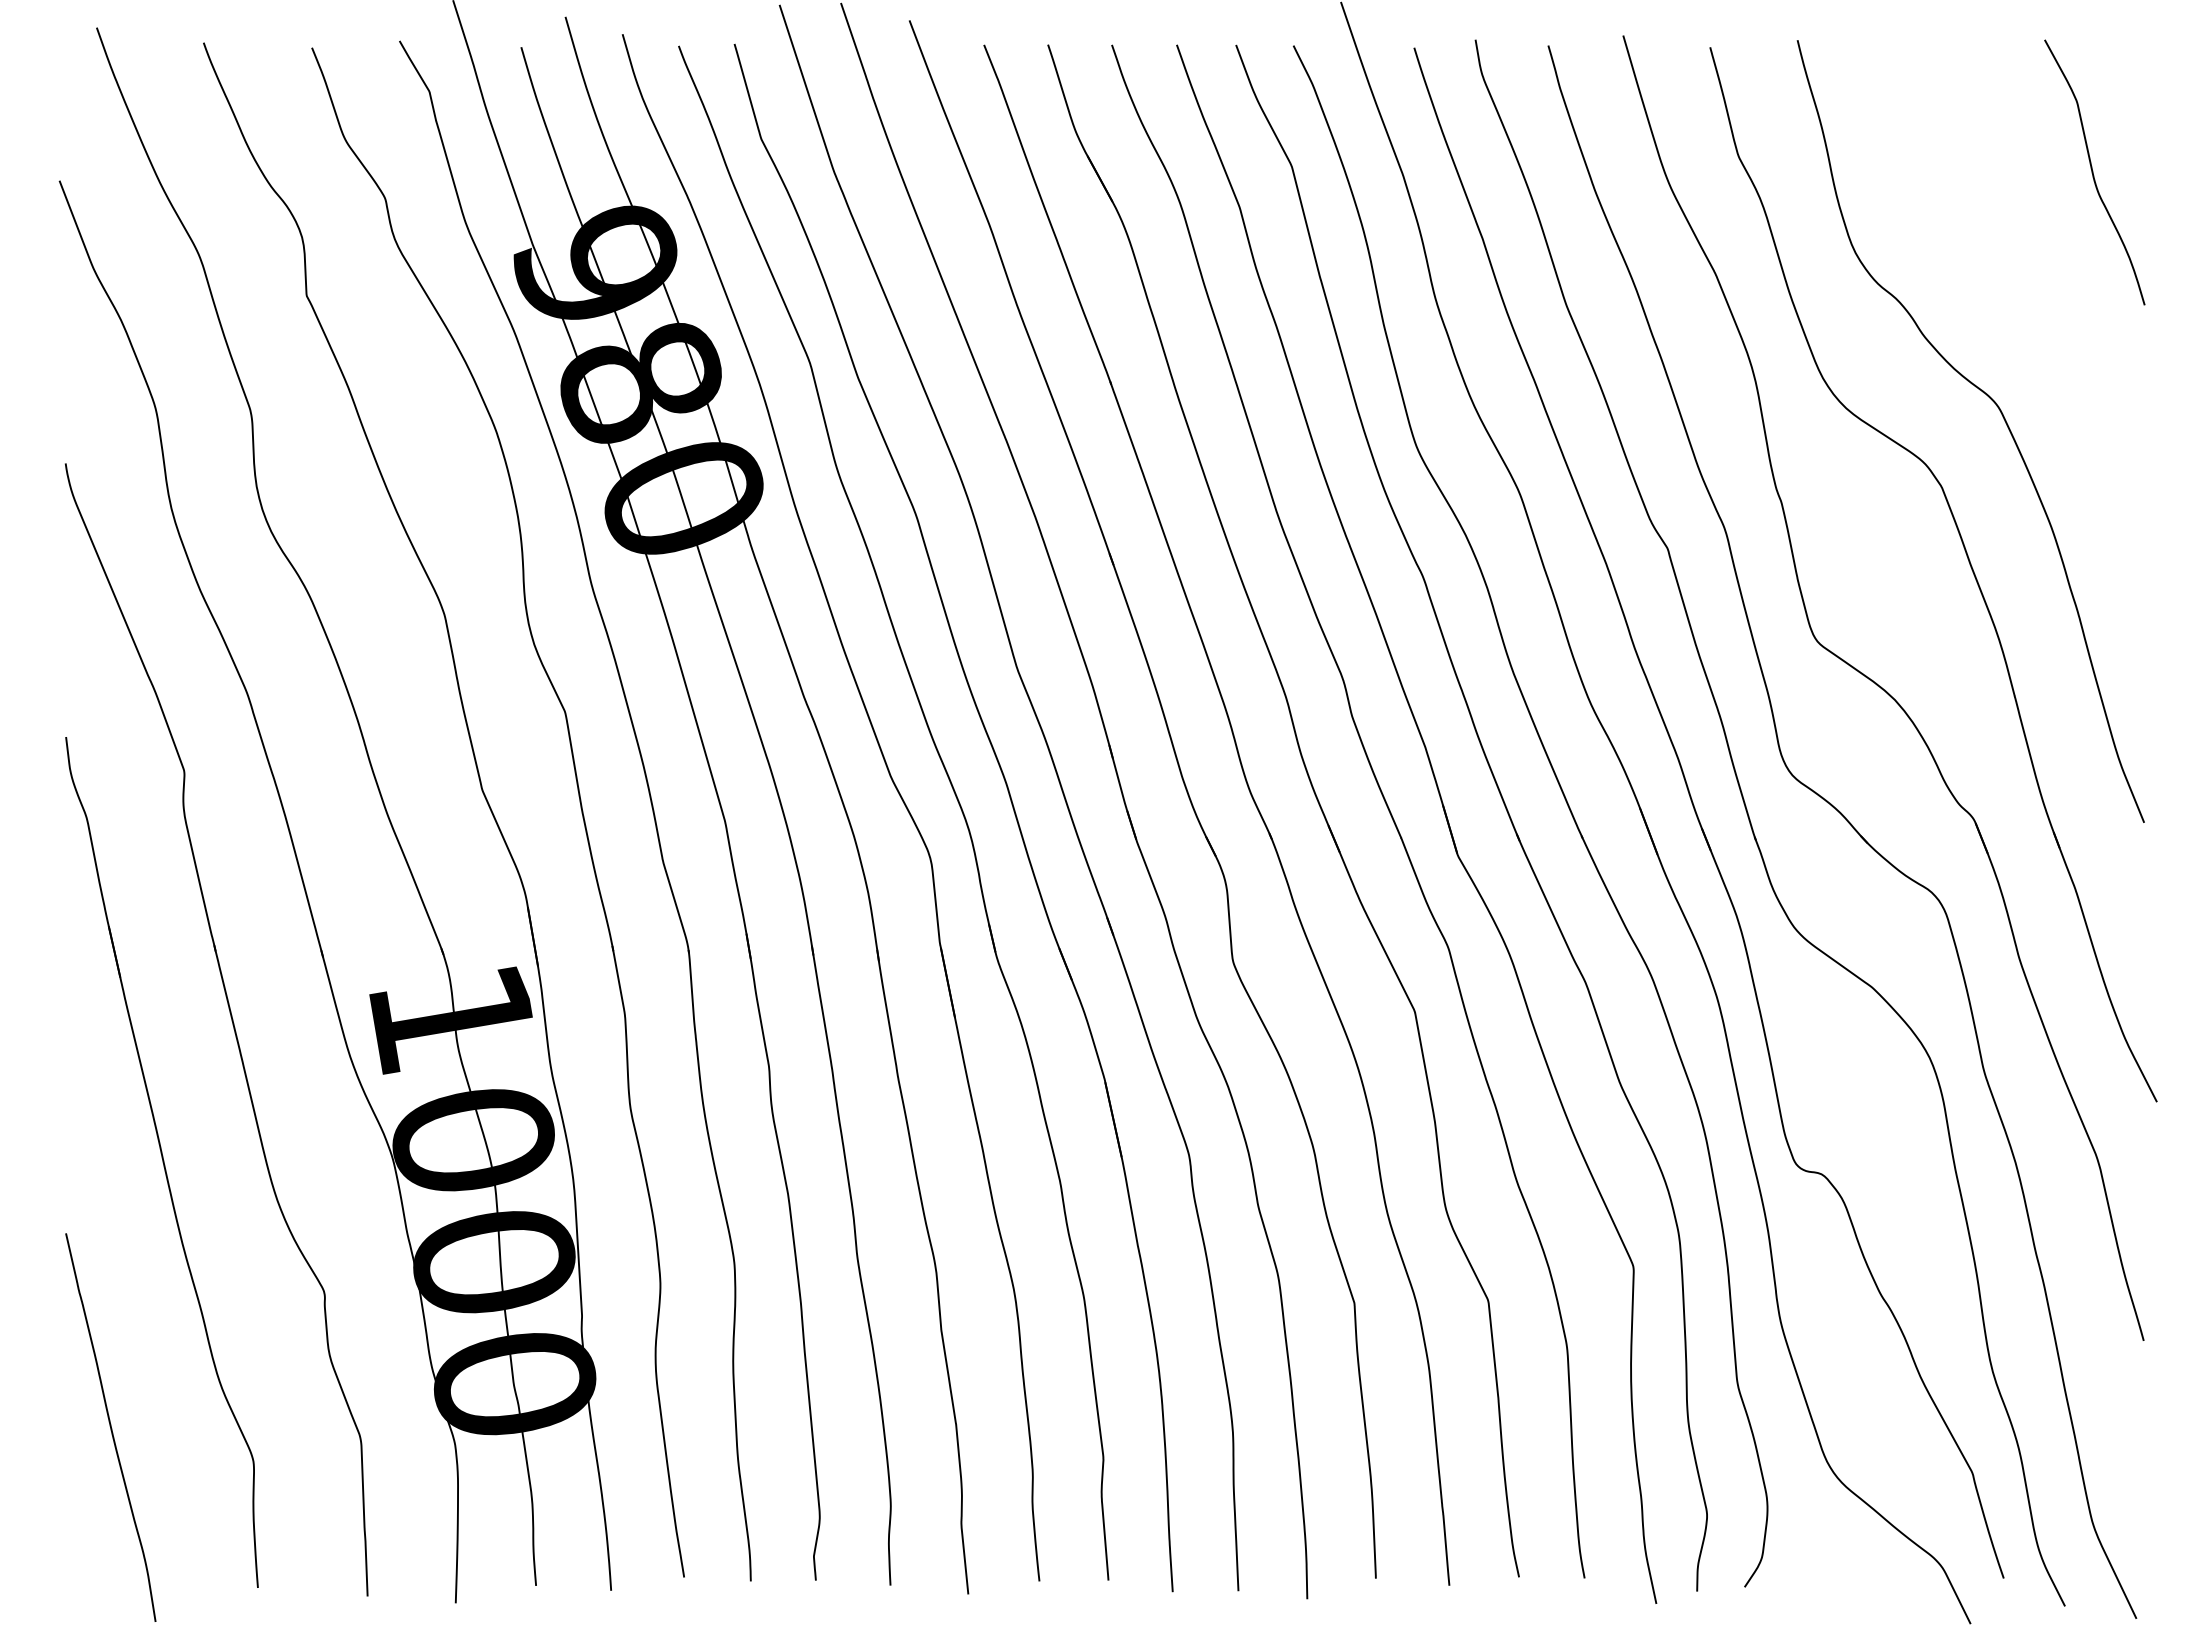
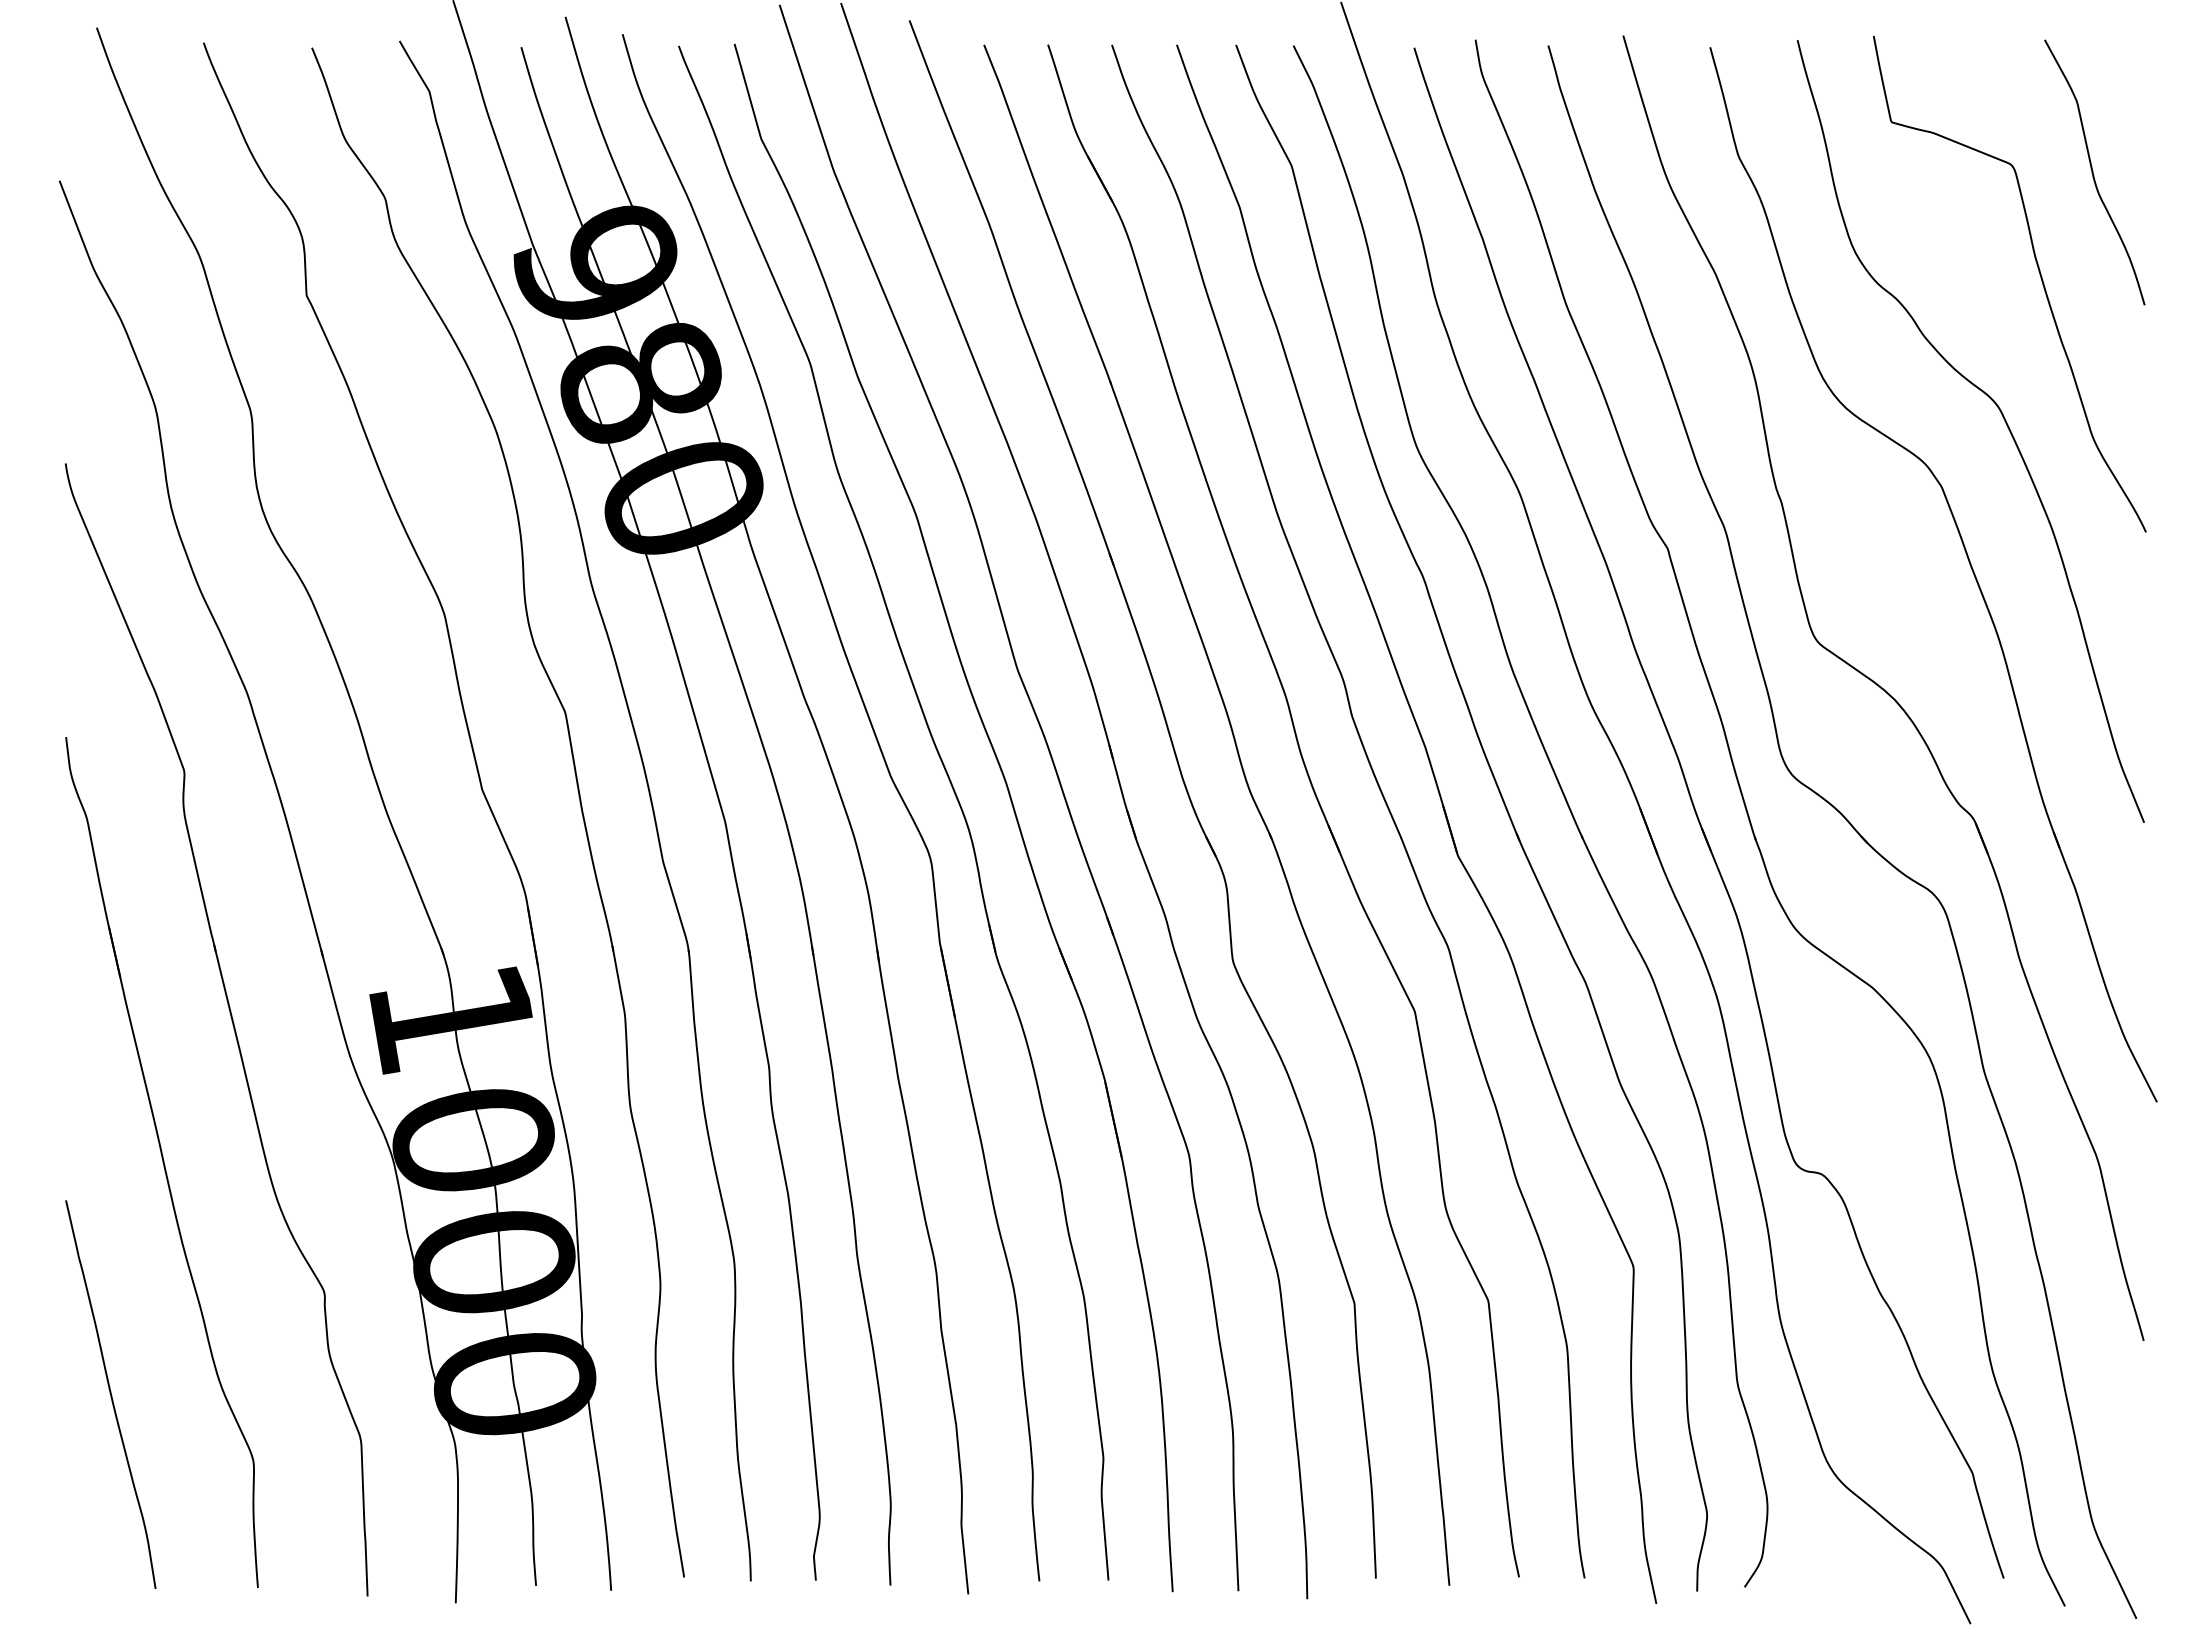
curve at (2039, 275): none -> present
curve at (110, 1427) position: (110, 1427) -> (110, 1394)
